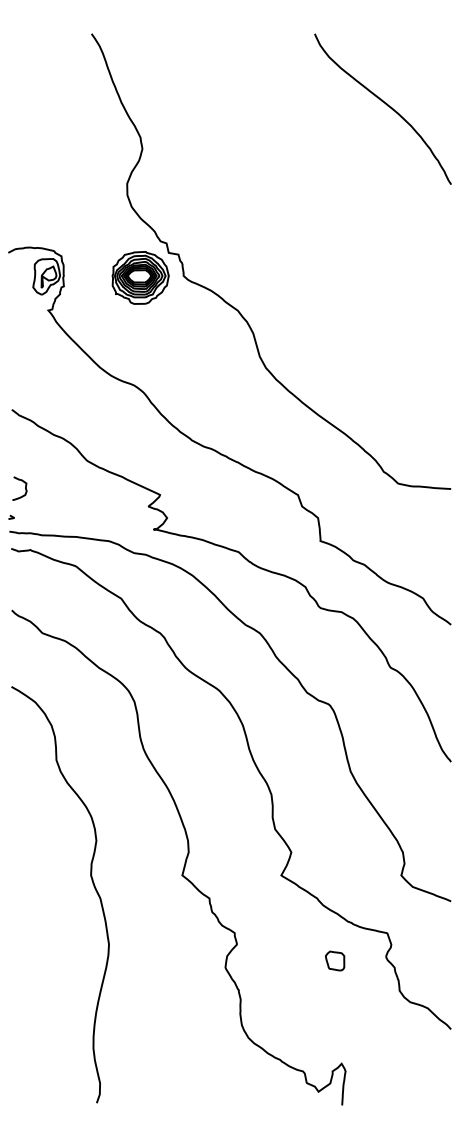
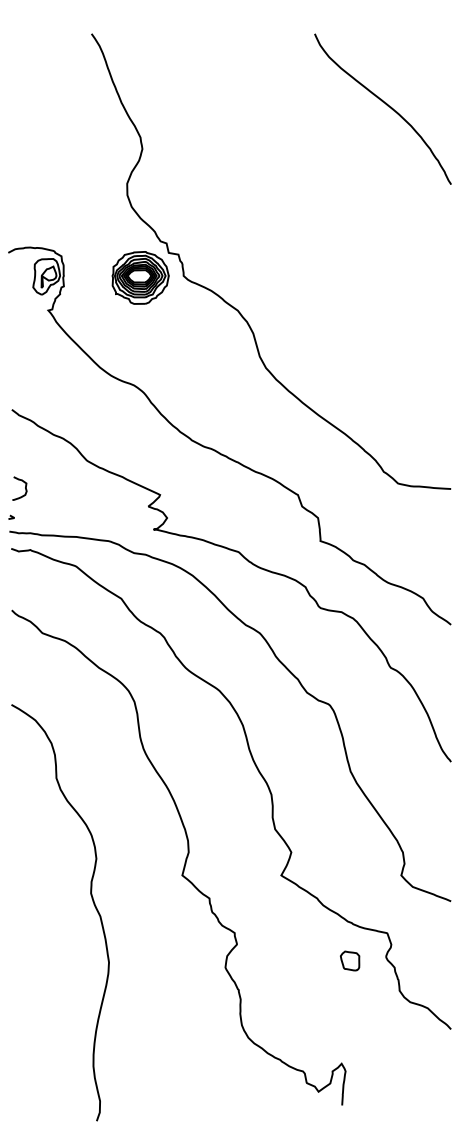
curve at (92, 883) position: (92, 883) -> (92, 901)
part at (335, 960) position: (335, 960) -> (350, 960)
